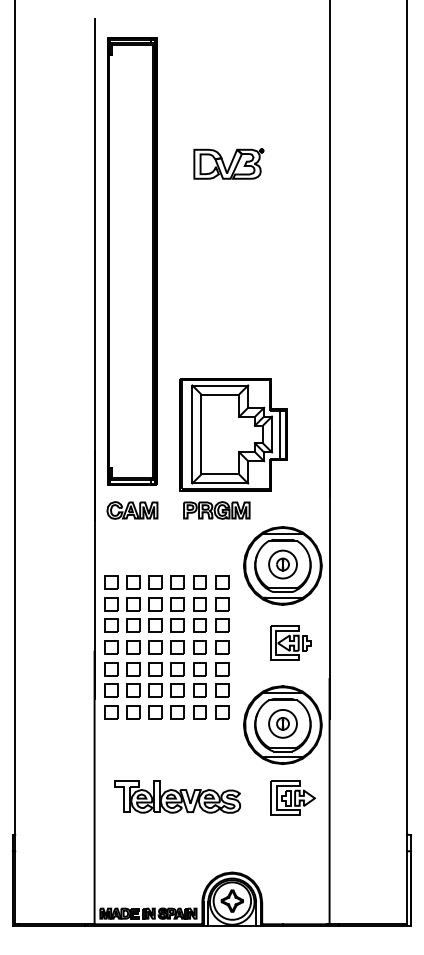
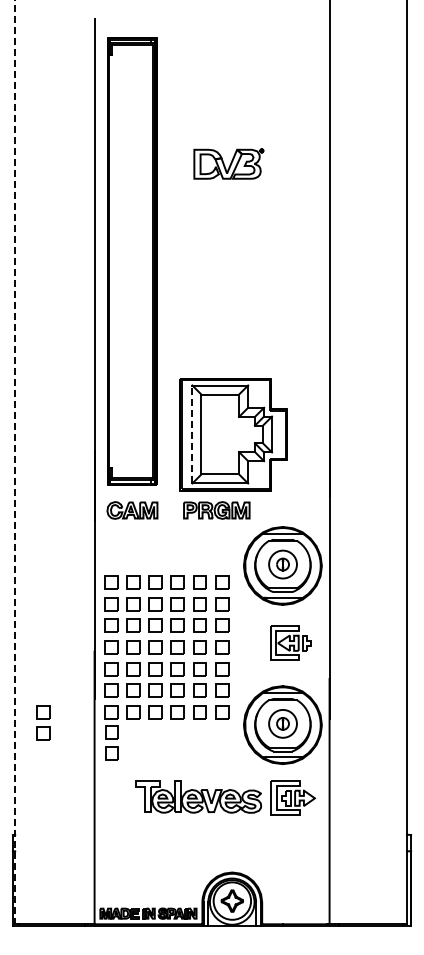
line at (192, 434): solid -> dashed
line at (280, 434): present -> none
line at (15, 462): solid -> dashed
part at (43, 722): none -> present
part at (111, 742): none -> present
part at (177, 796) position: (177, 796) -> (198, 796)
